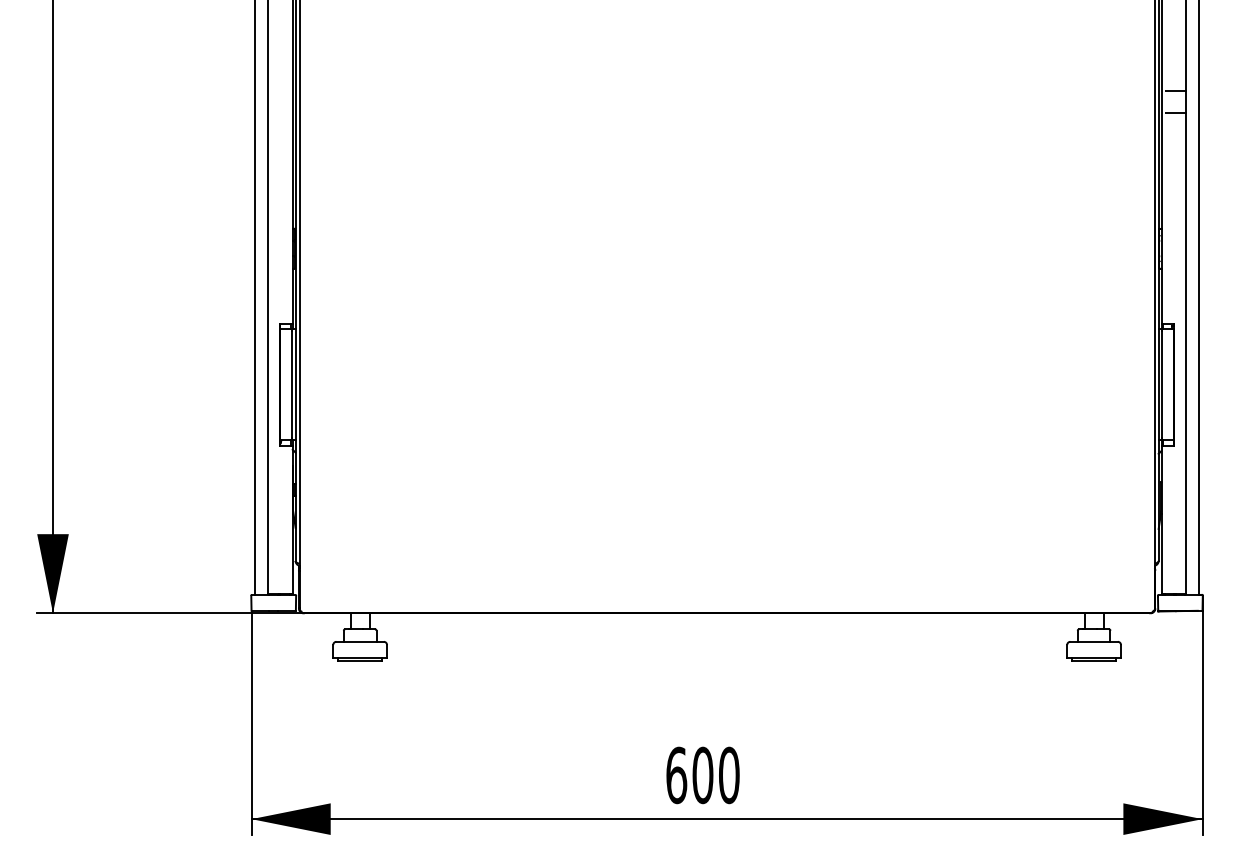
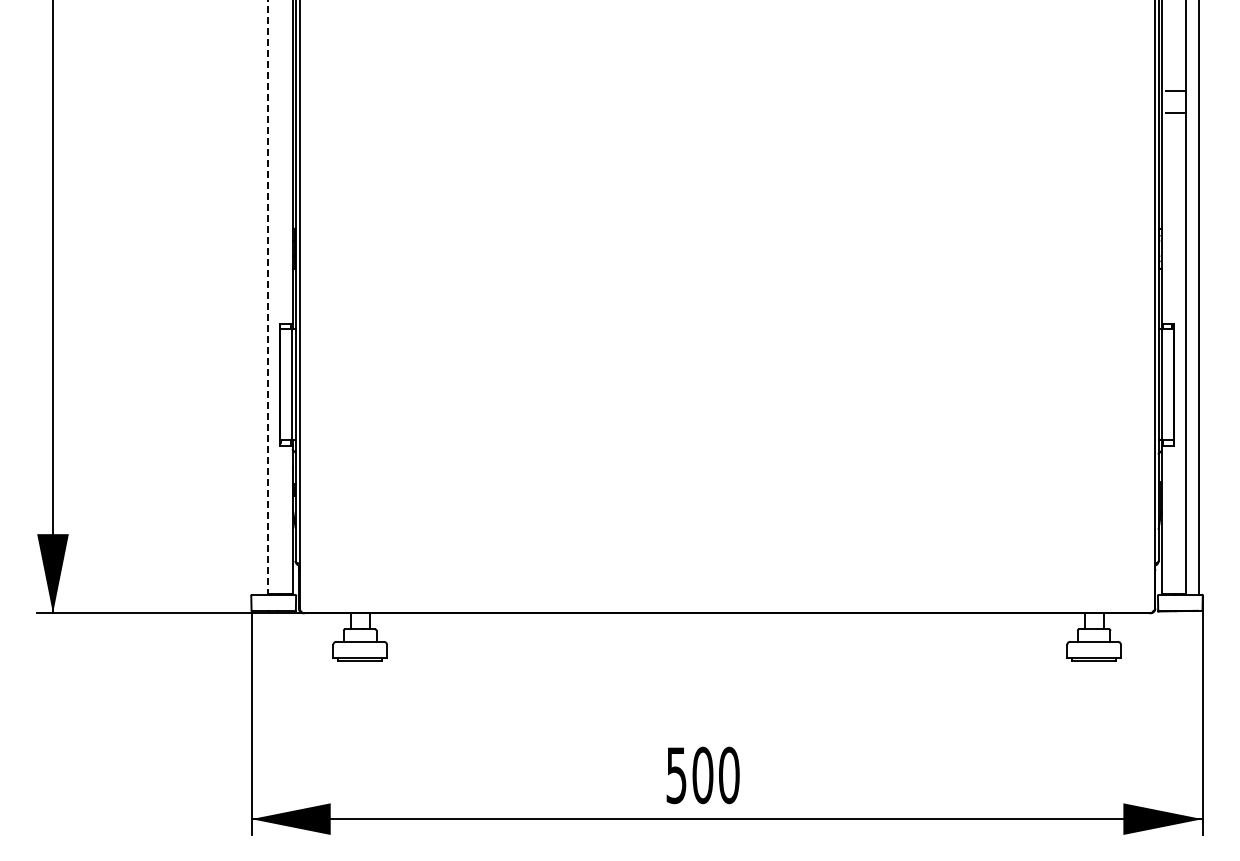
line at (268, 297): solid -> dashed
line at (254, 298): present -> none
text at (676, 775): 600 -> 500
